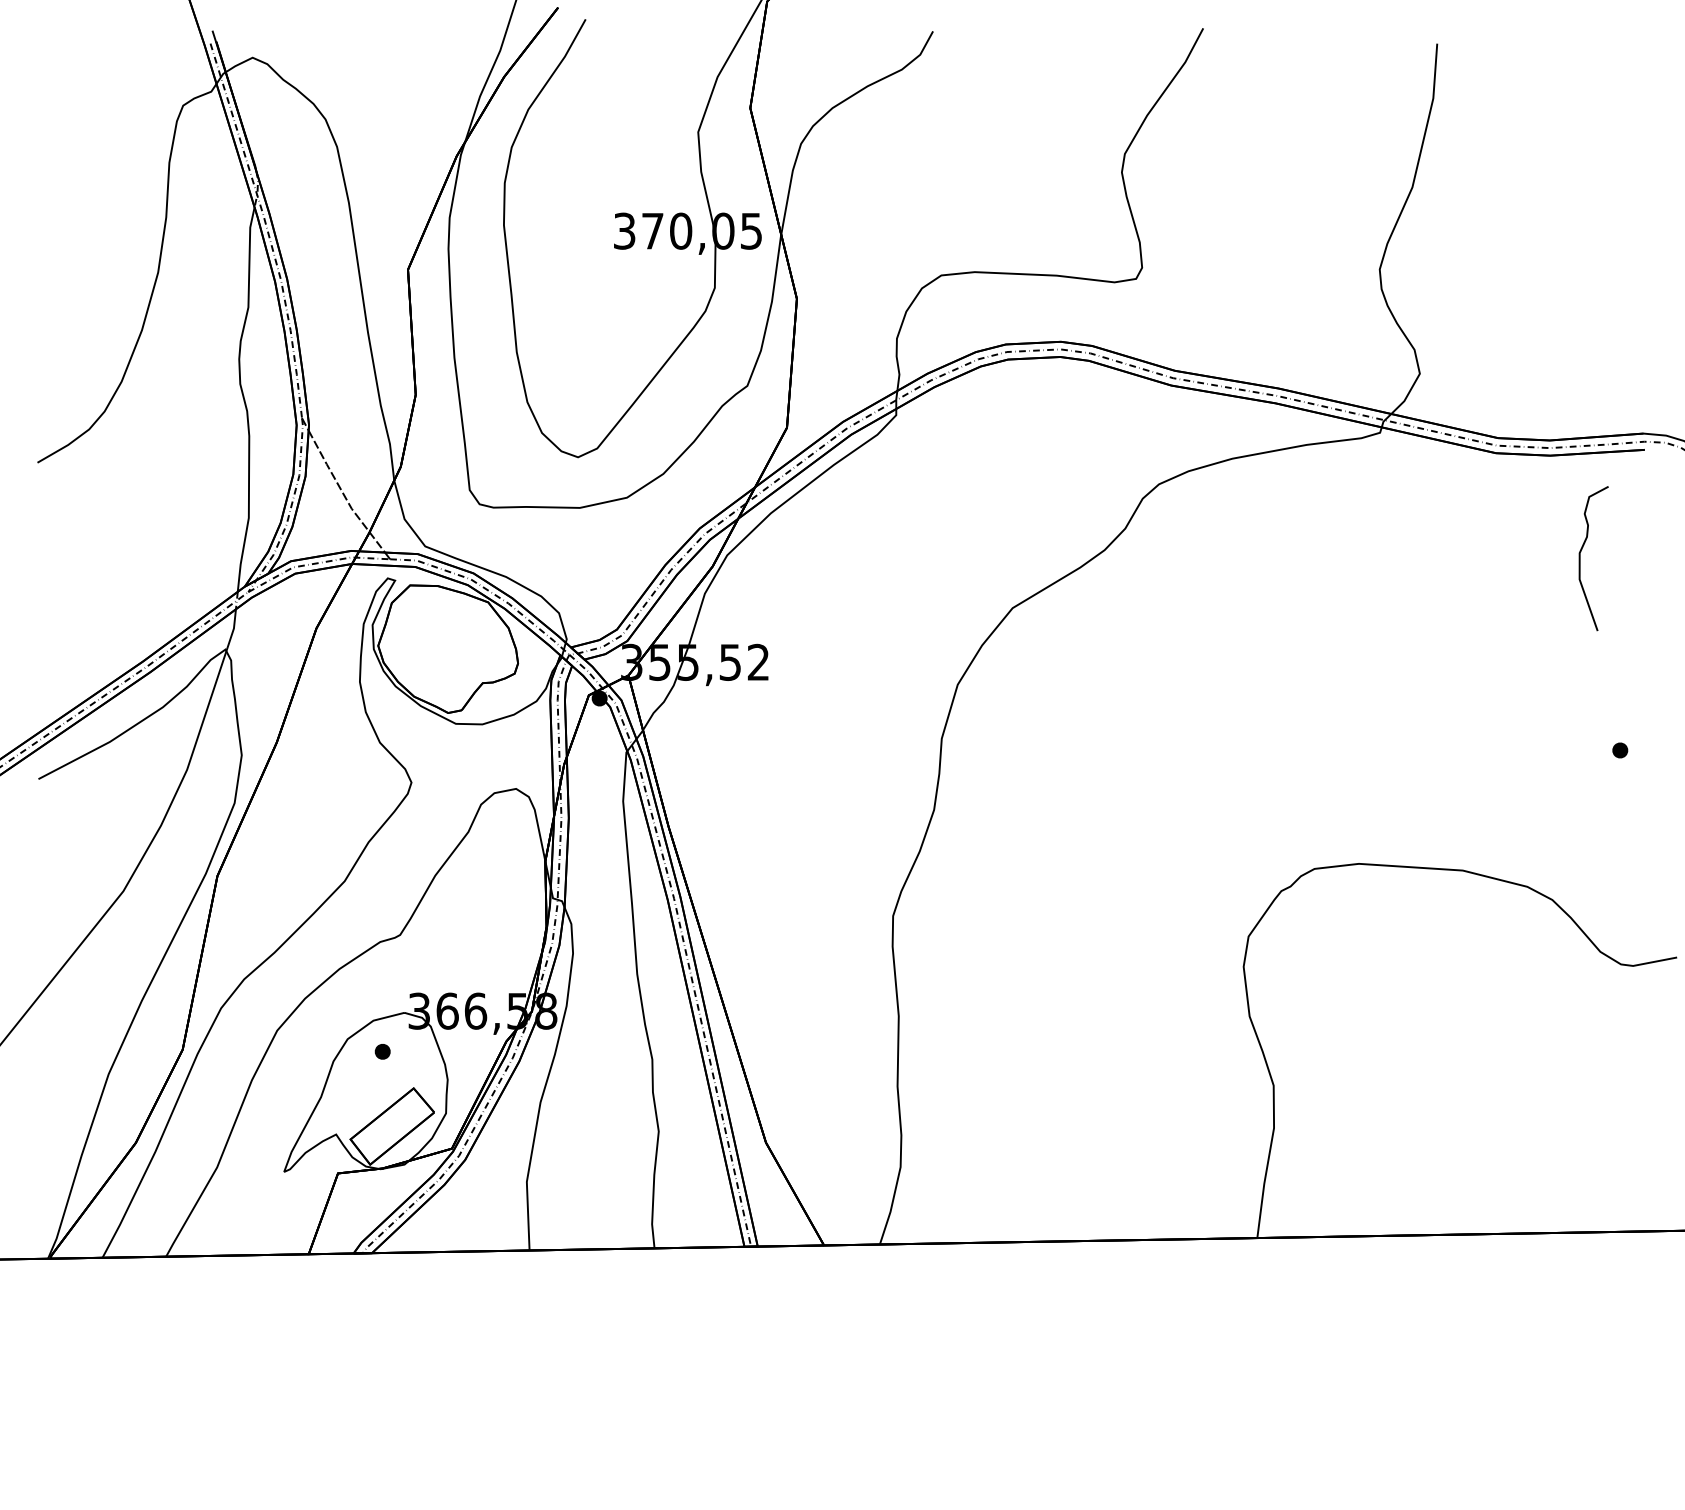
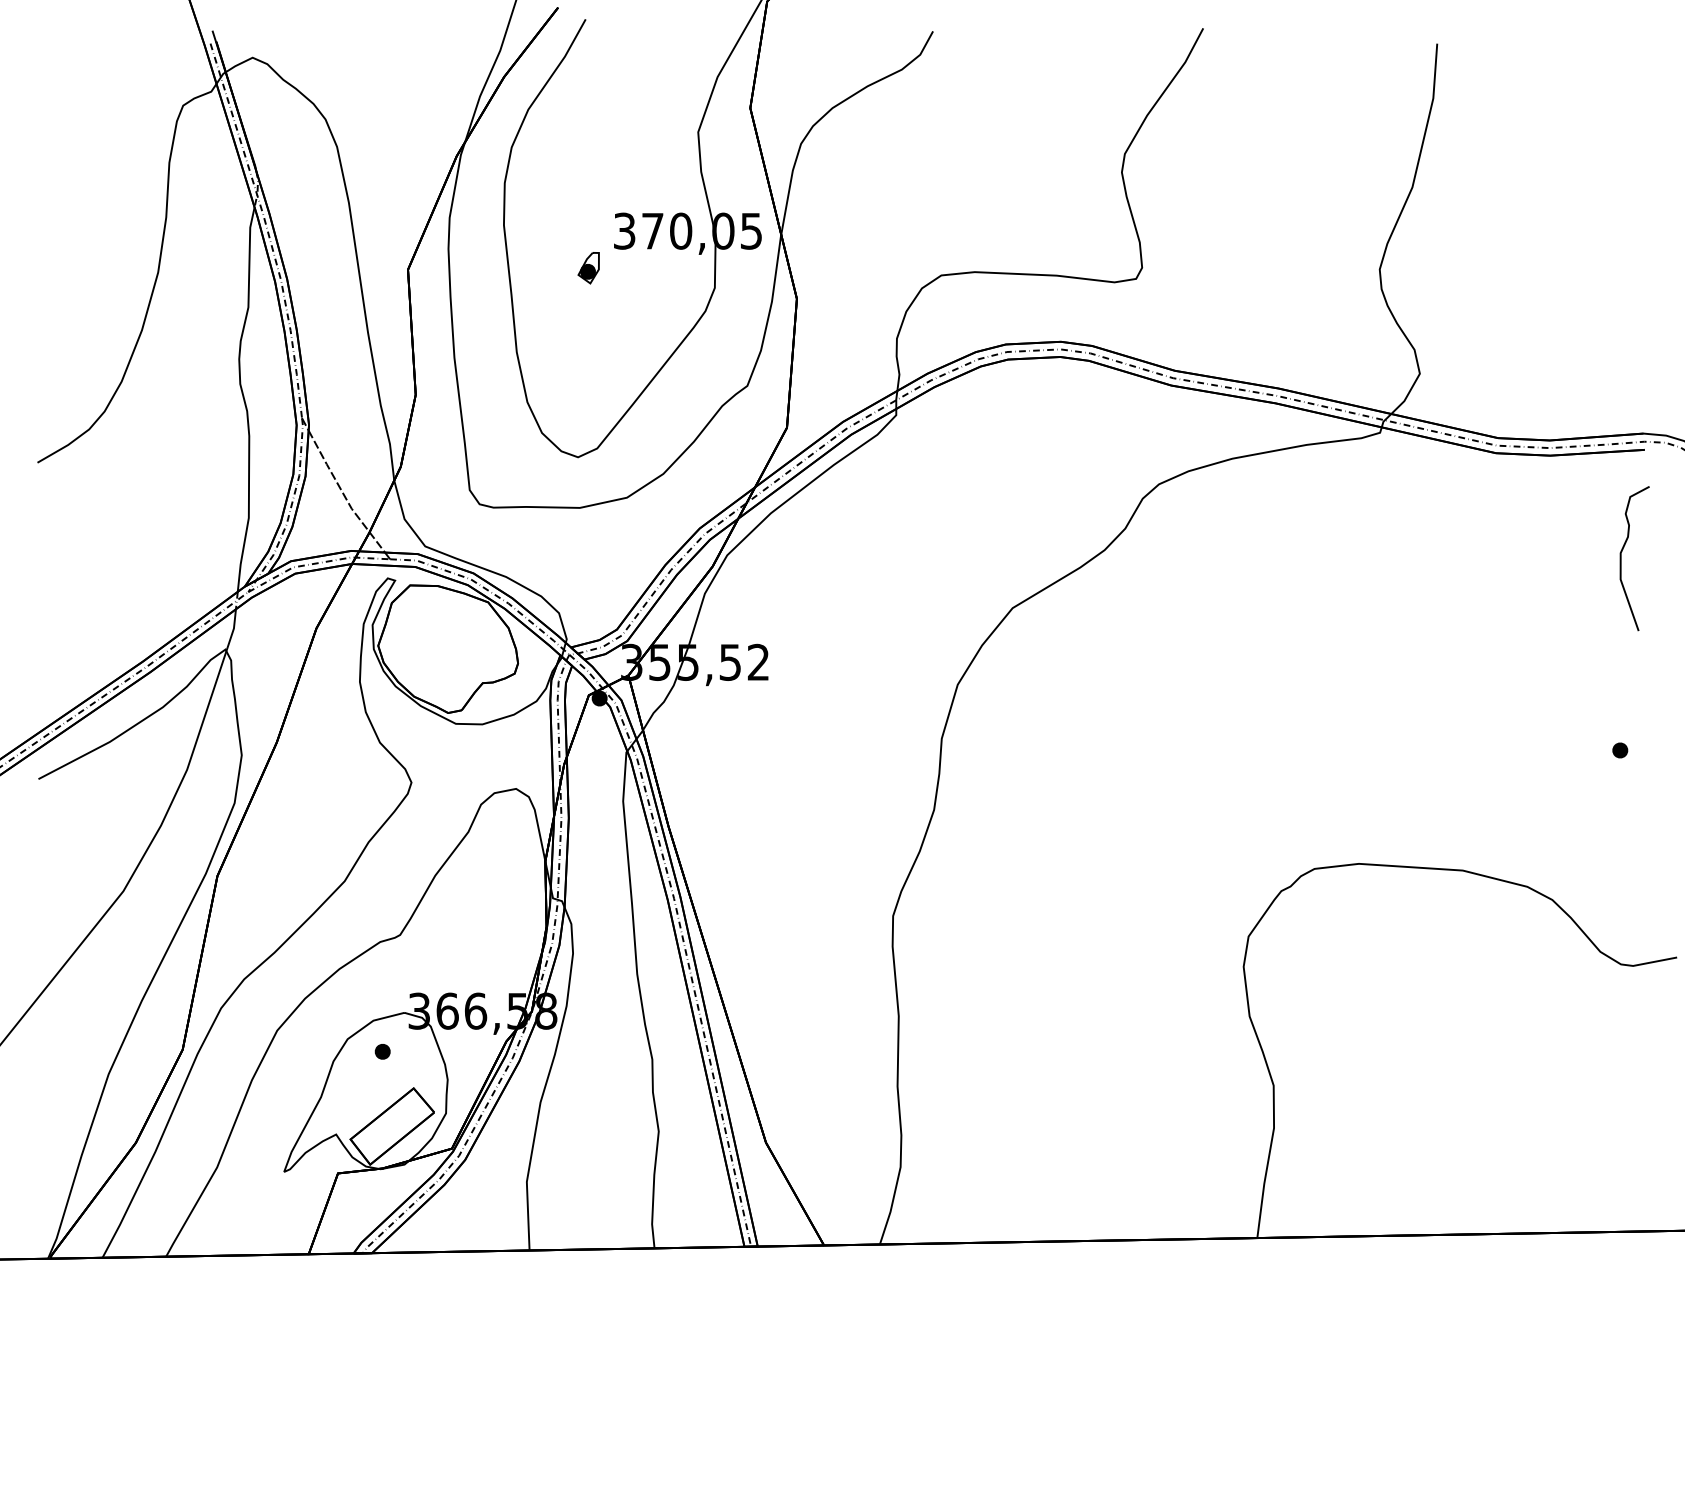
part at (588, 268): none -> present
curve at (1580, 558) position: (1580, 558) -> (1621, 558)
